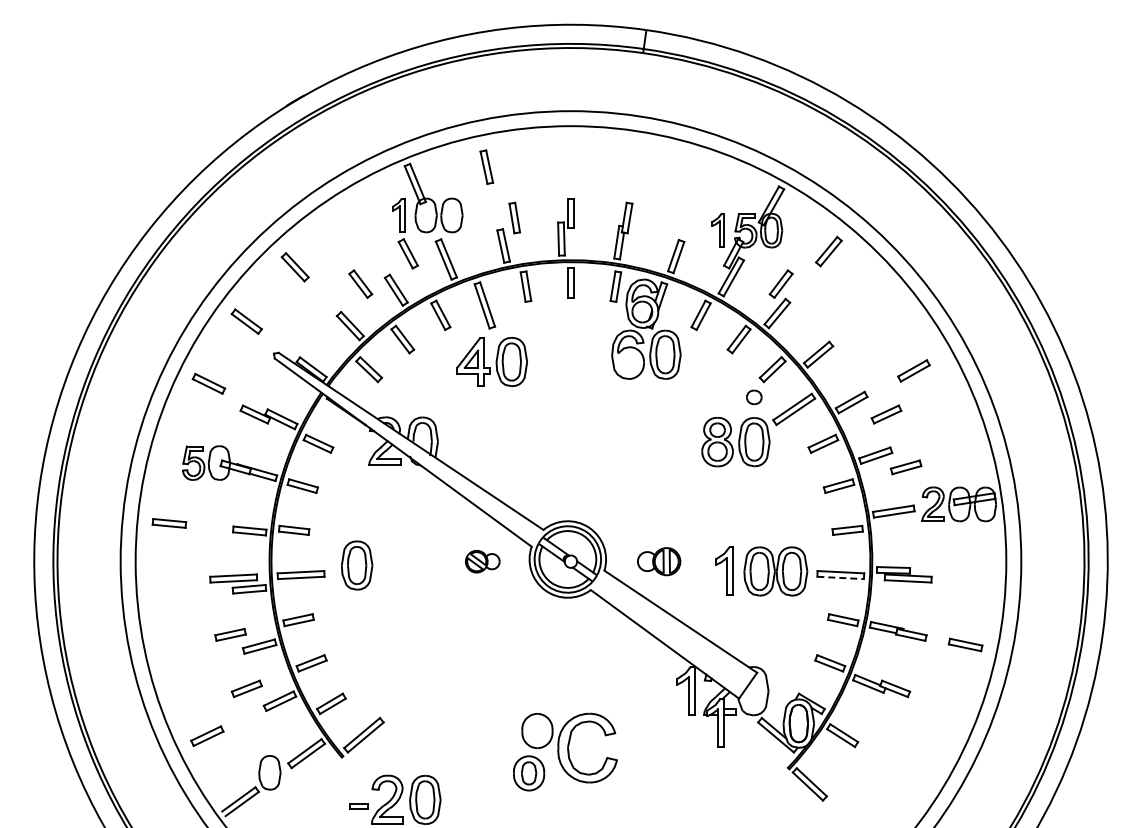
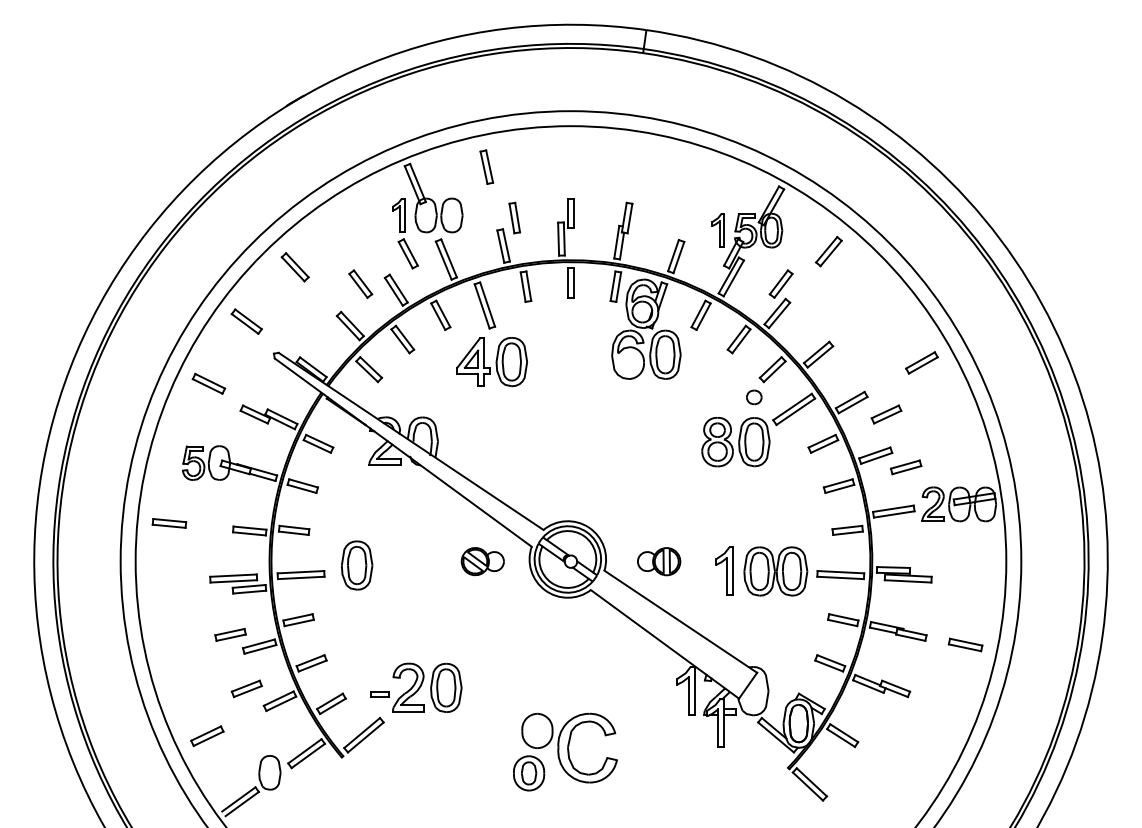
part at (913, 370) position: (913, 370) -> (921, 362)
part at (482, 561) size: 36x24 px -> 45x30 px
line at (841, 577): dashed -> solid
part at (395, 799) position: (395, 799) -> (416, 687)
